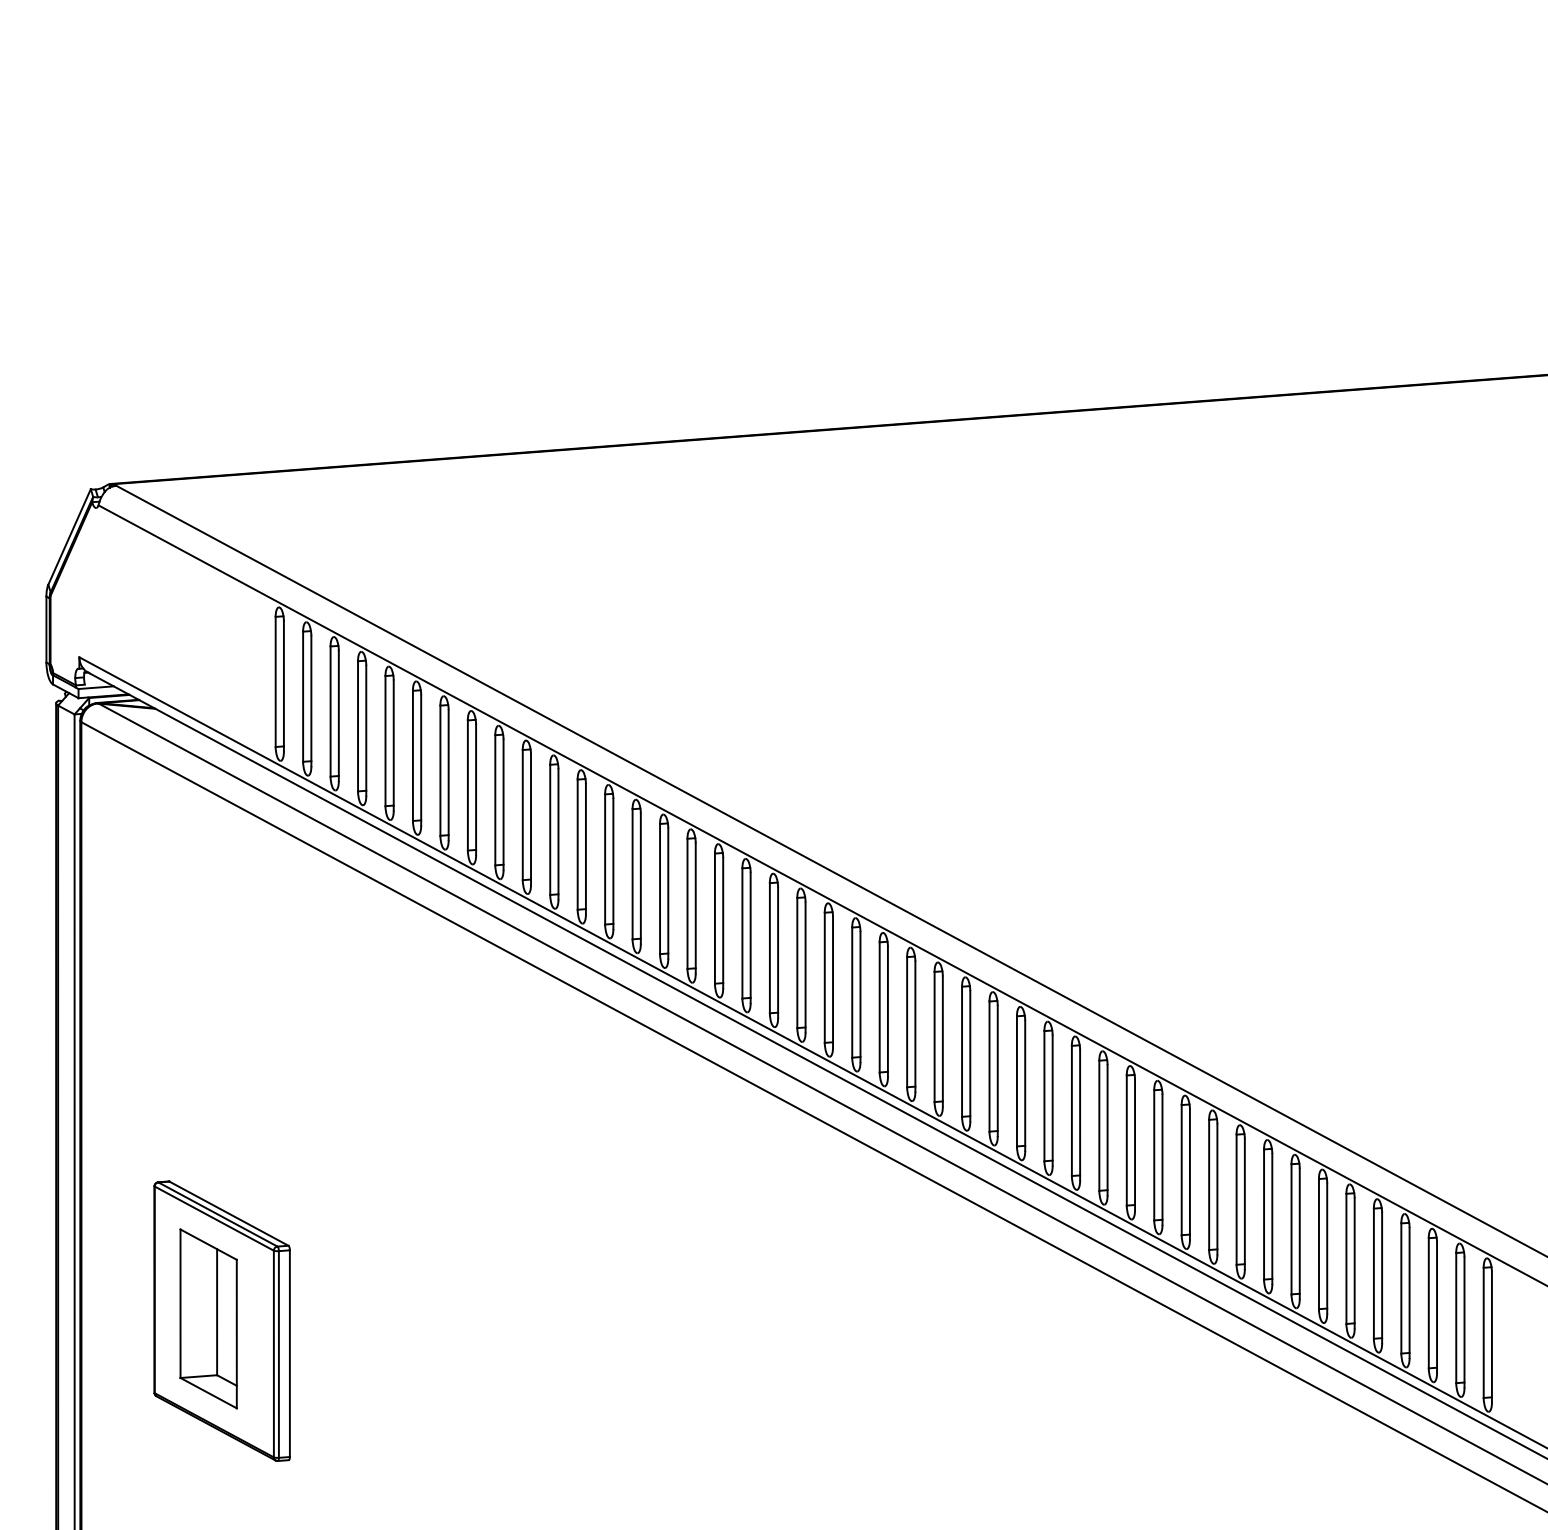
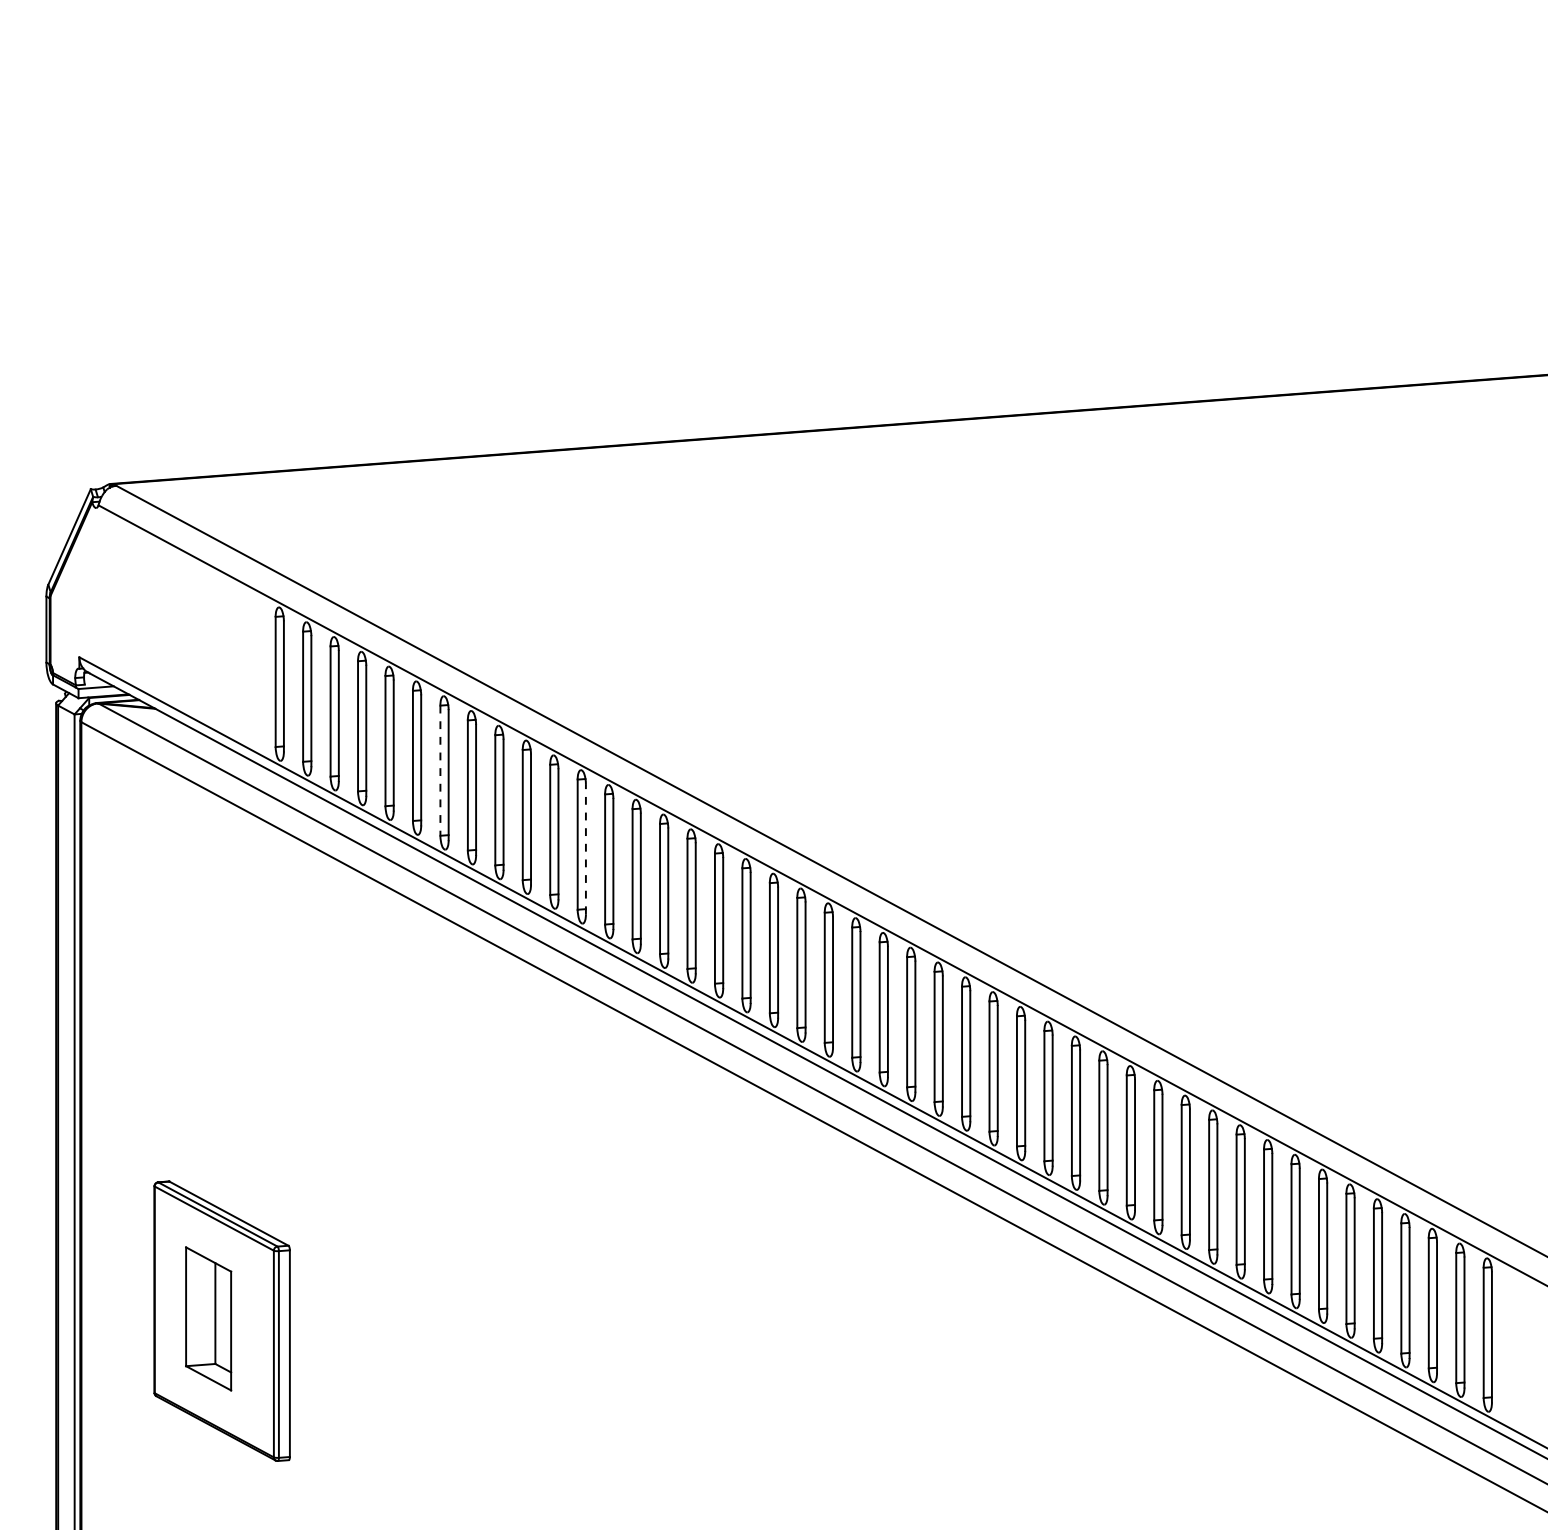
line at (440, 771): solid -> dashed
line at (585, 848): solid -> dashed
part at (208, 1318) size: 59x182 px -> 48x146 px
